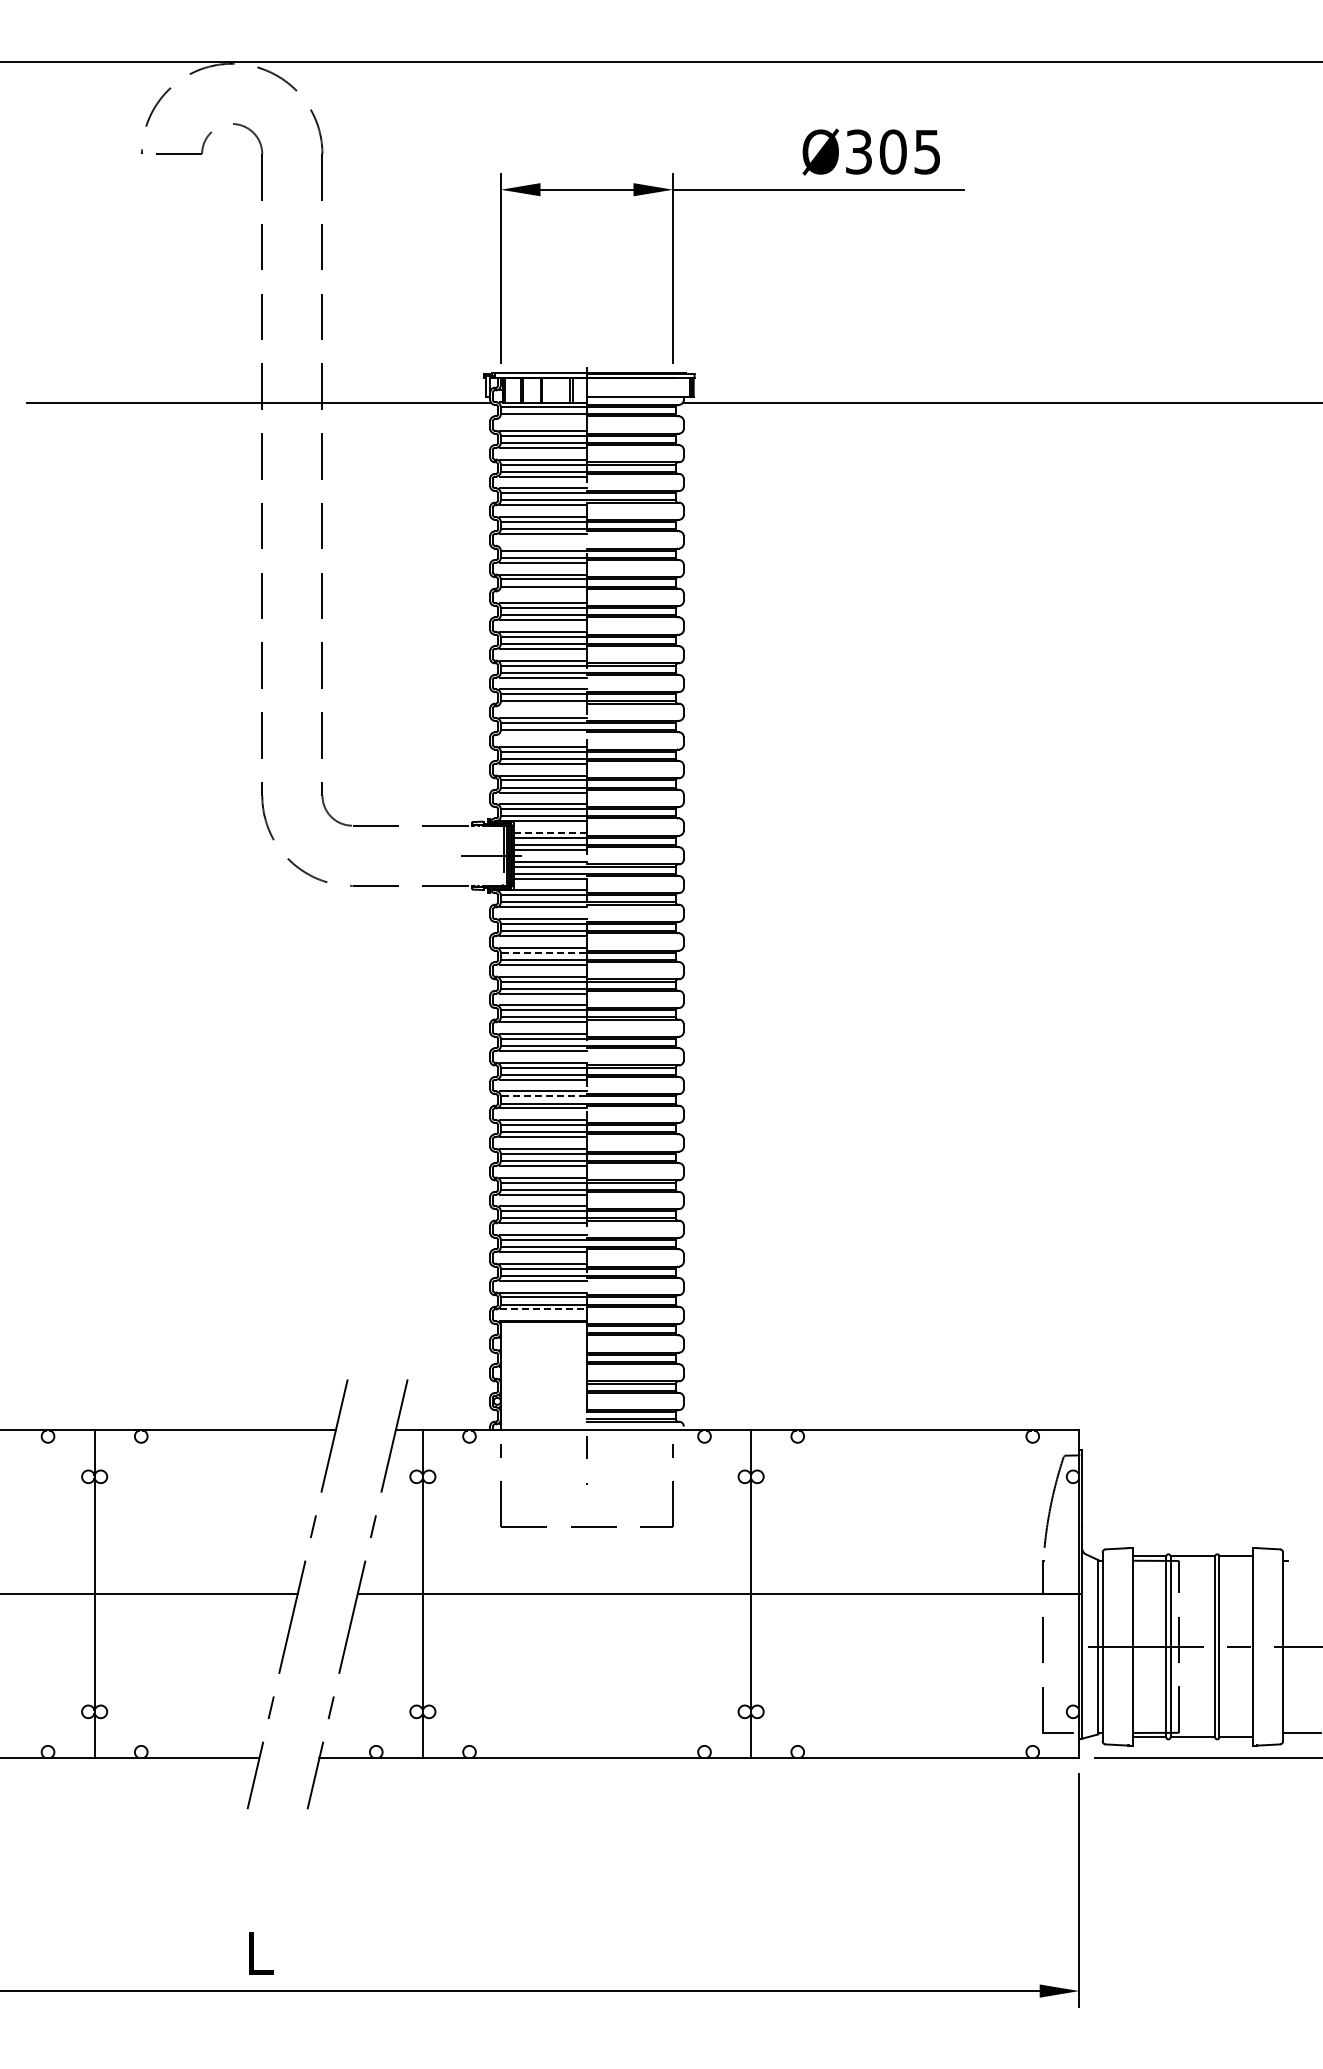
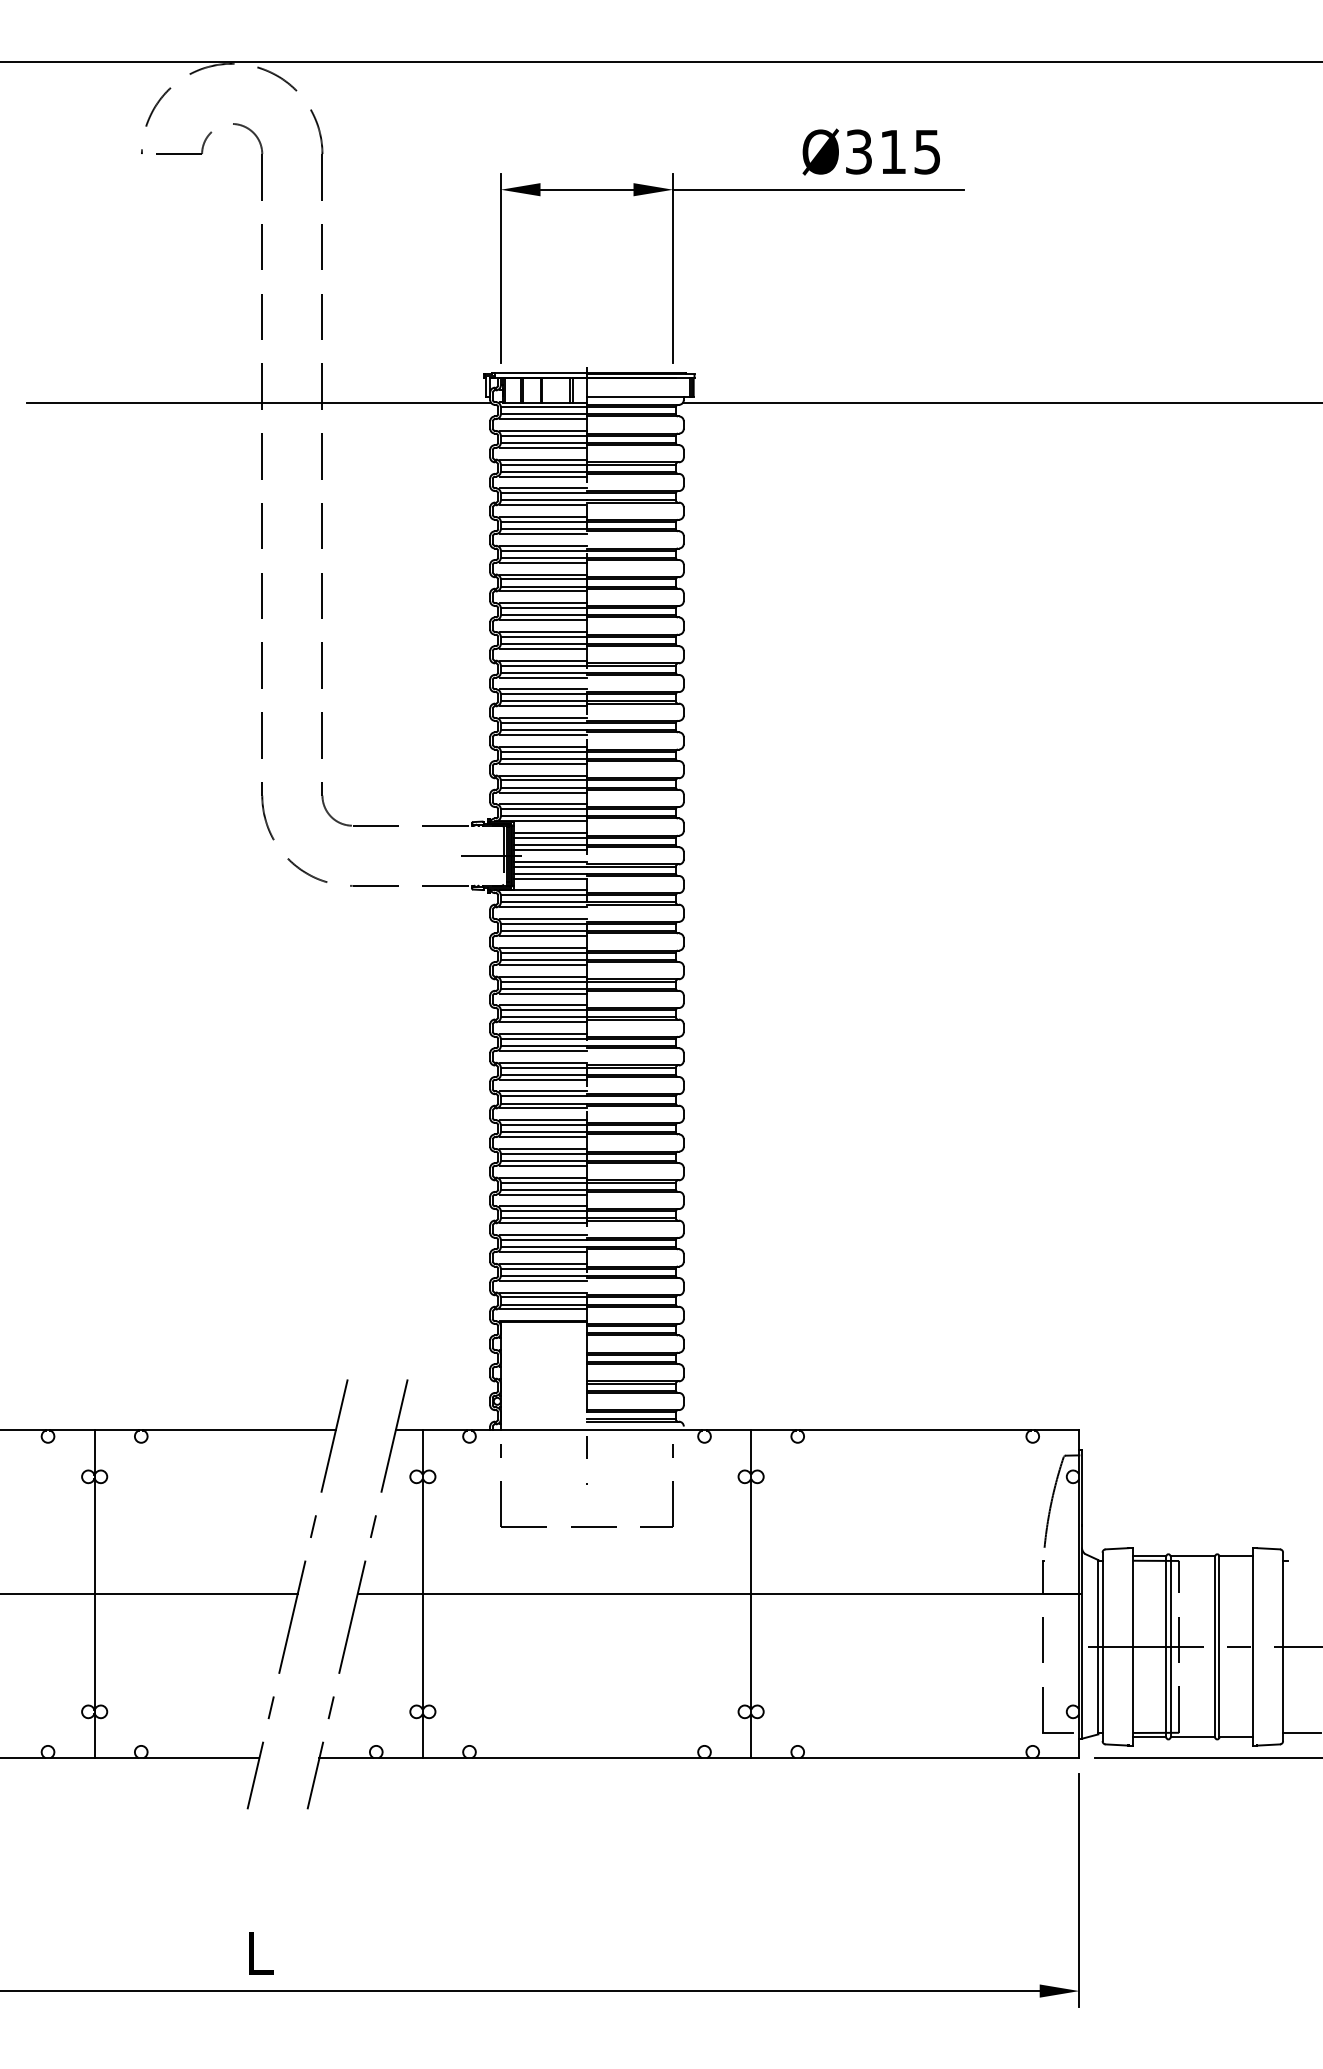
text at (892, 151): Ø305 -> Ø315
line at (543, 419): none -> present
line at (543, 545): none -> present
line at (543, 591): none -> present
line at (543, 706): none -> present
line at (543, 735): none -> present
line at (551, 832): dashed -> solid
line at (545, 952): dashed -> solid
line at (545, 1096): dashed -> solid
line at (543, 1309): dashed -> solid
